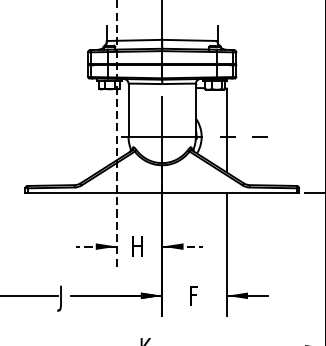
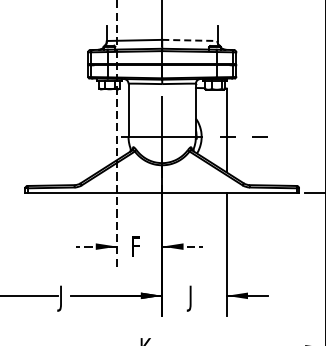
line at (189, 40): solid -> dashed
text at (138, 246): H -> F
text at (191, 298): F -> J
